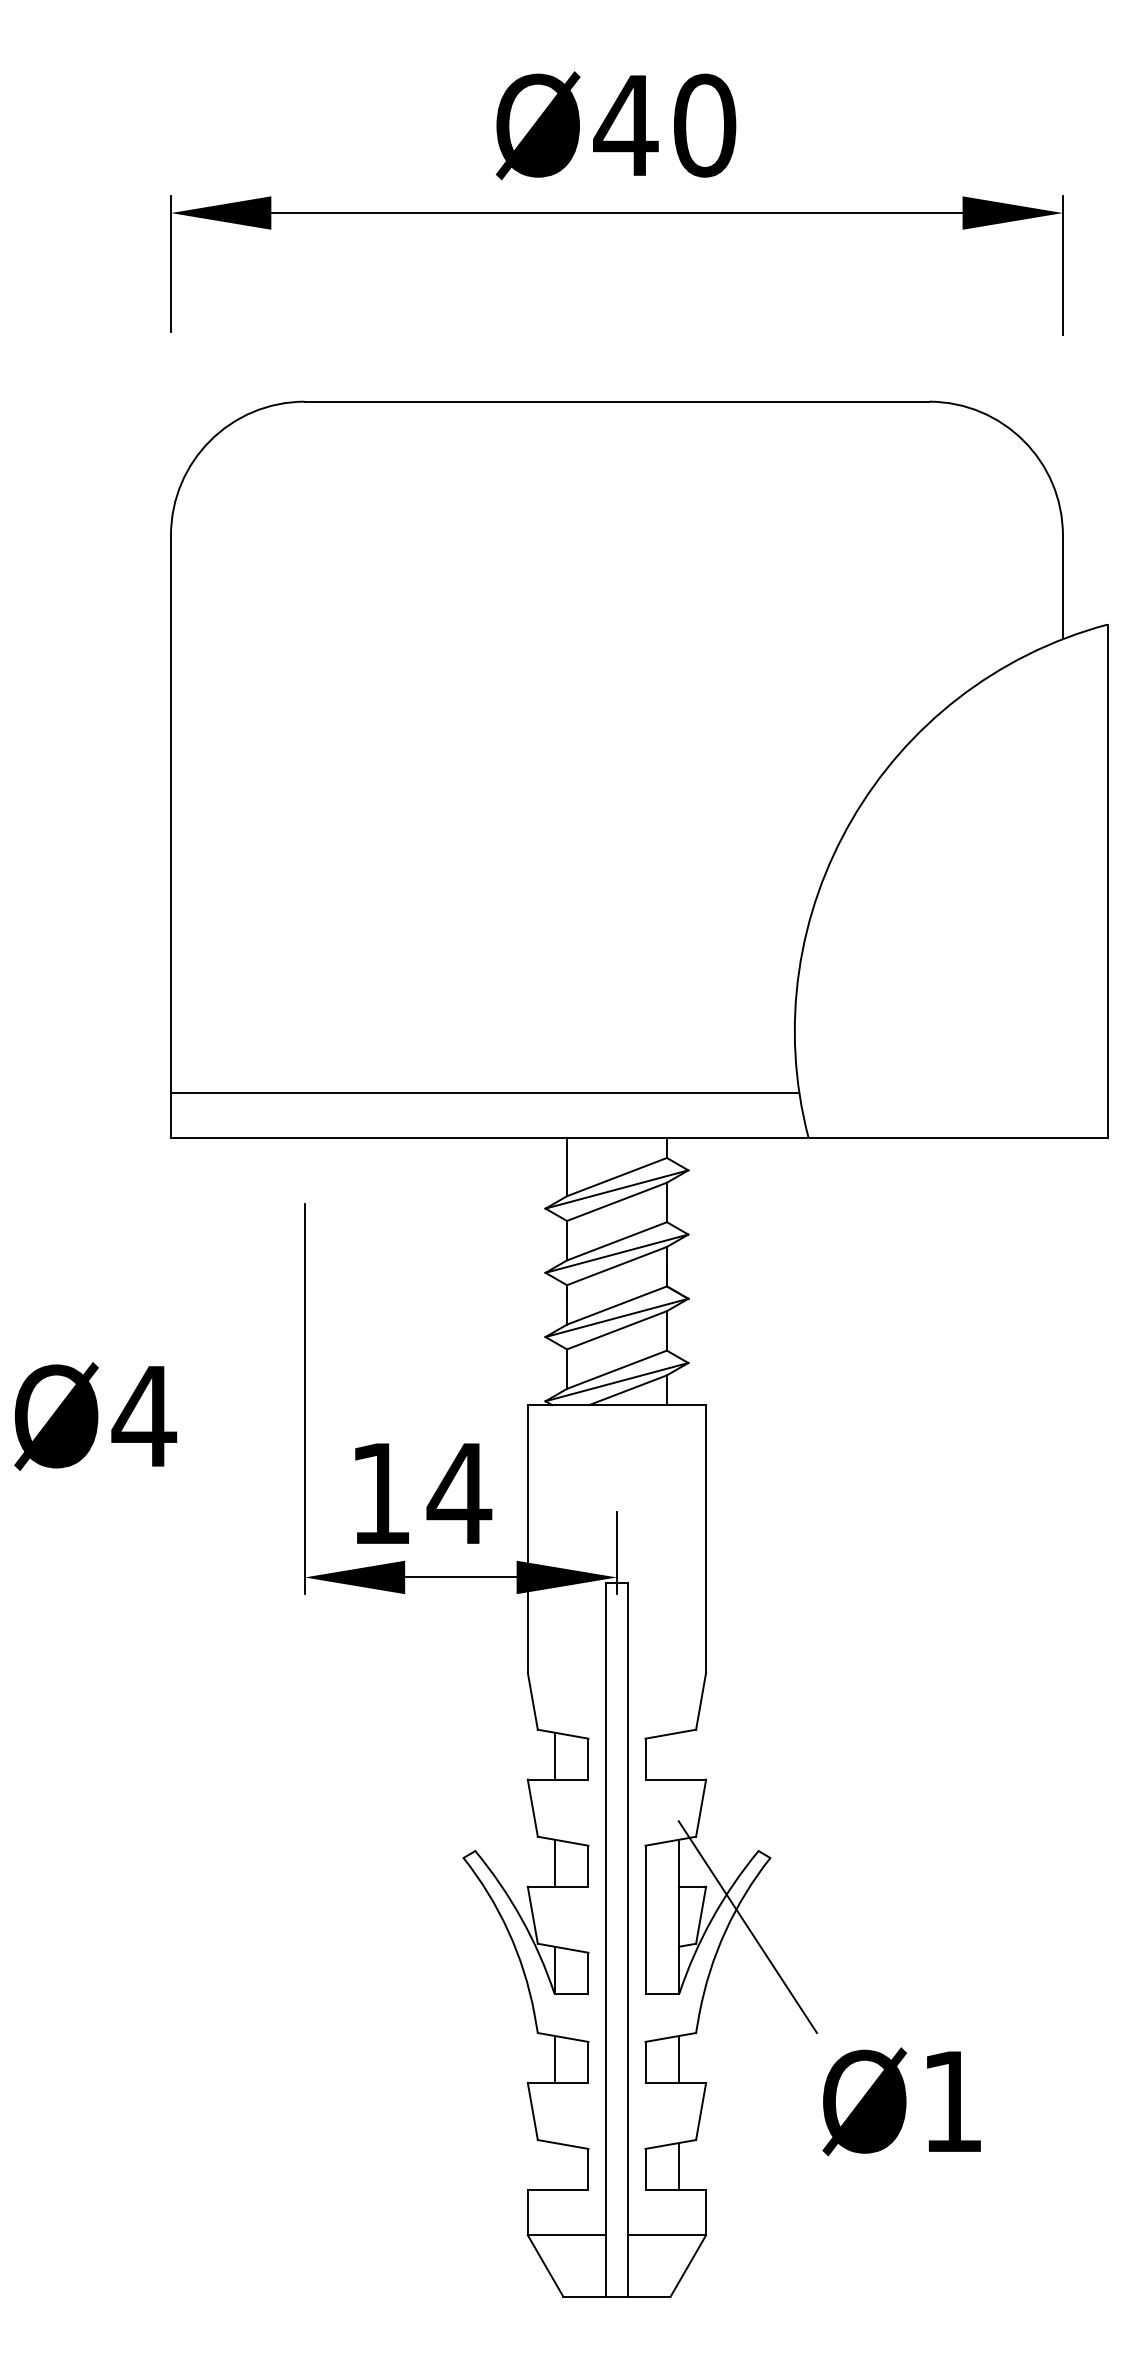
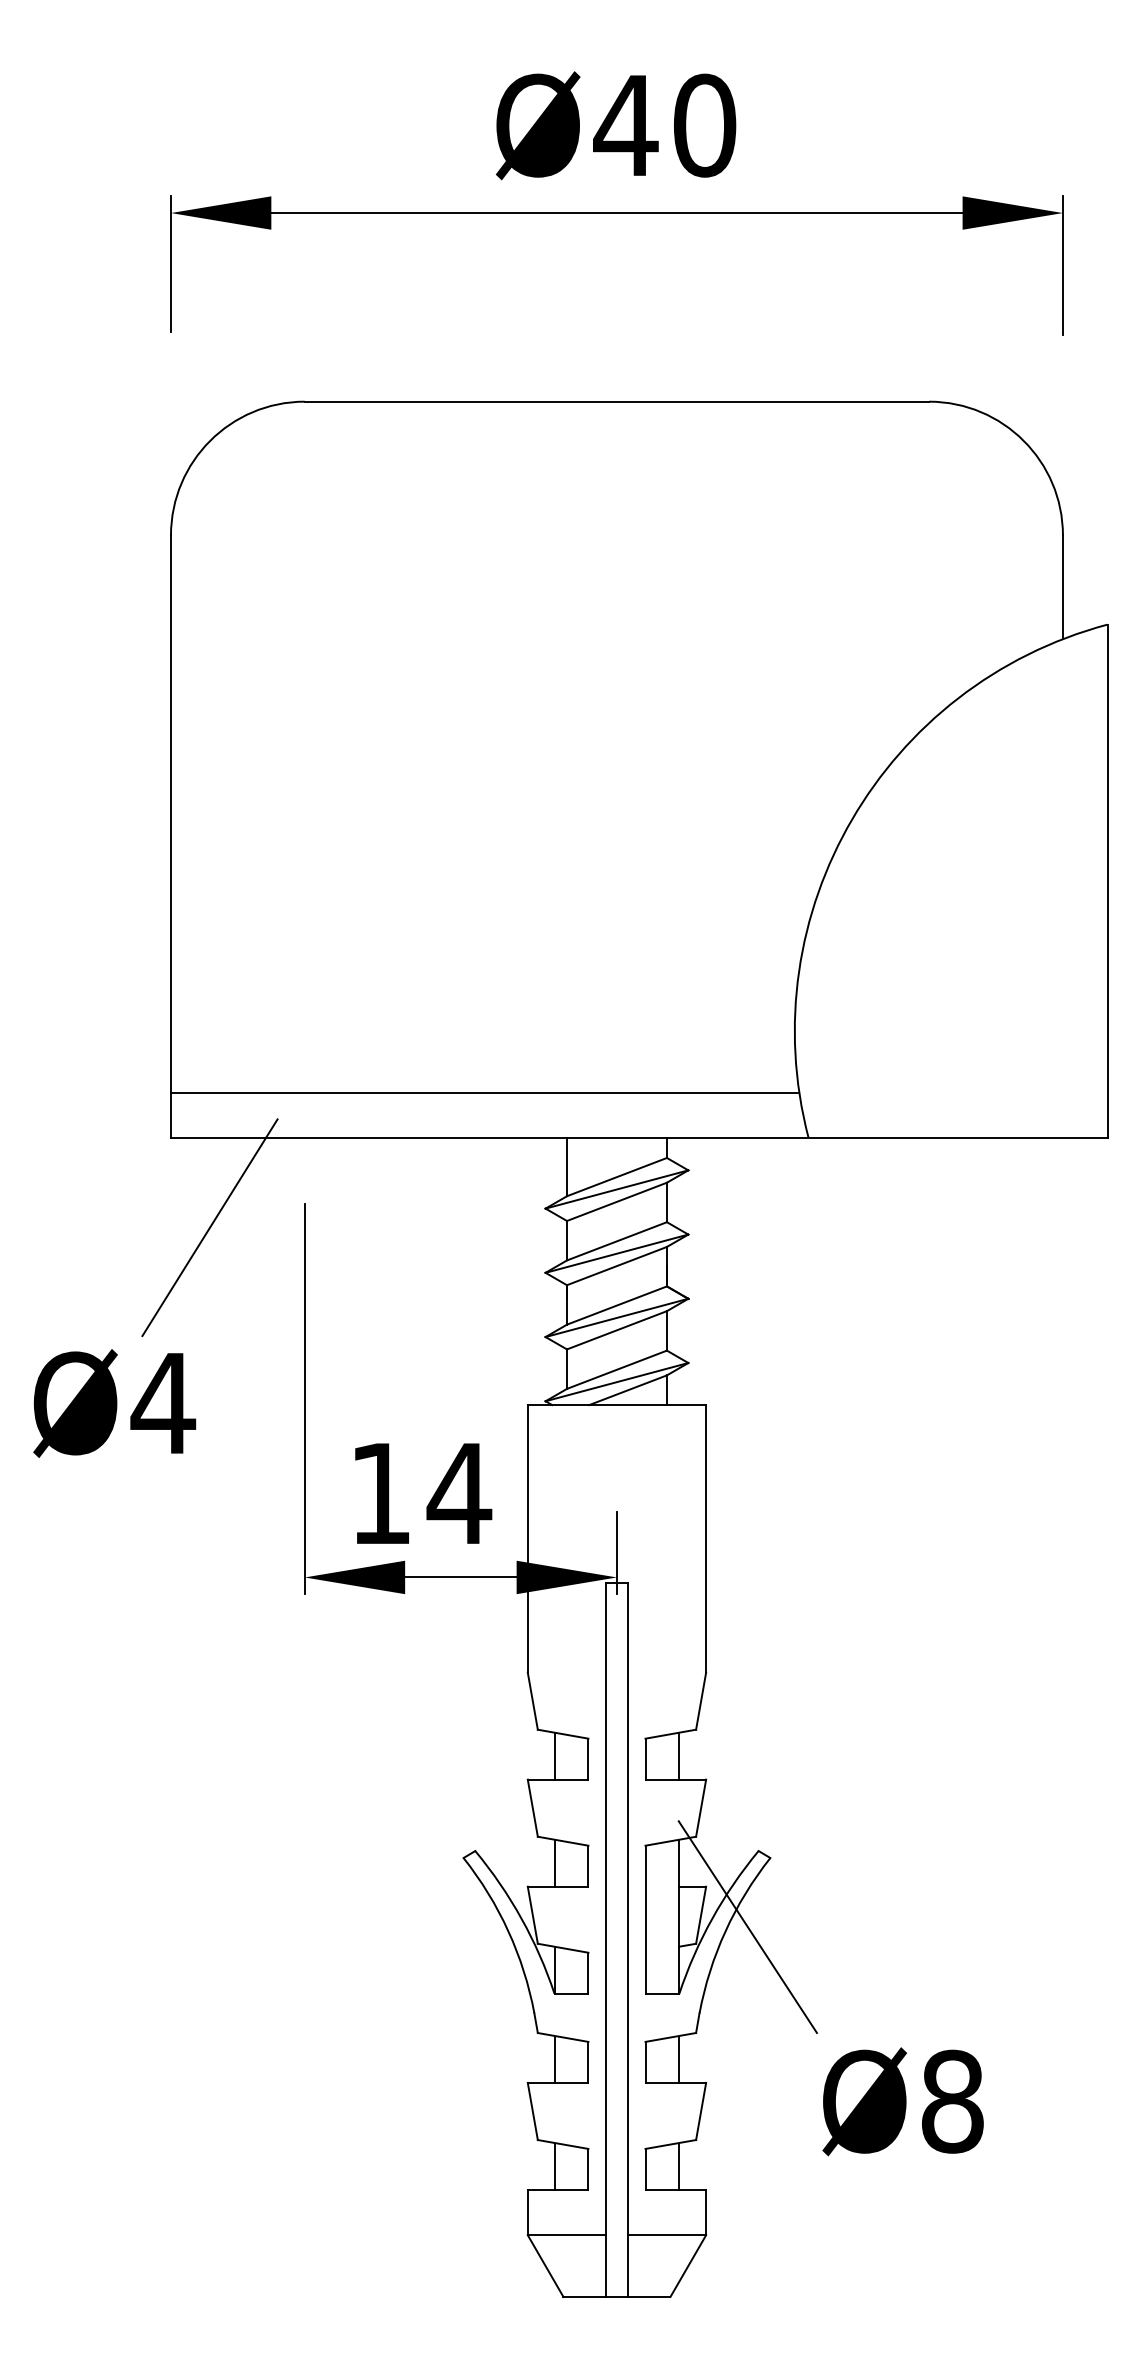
line at (209, 1227): none -> present
text at (95, 1416) position: (95, 1416) -> (114, 1403)
line at (679, 1756): none -> present
text at (952, 2101): Ø1 -> Ø8
line at (554, 2166): none -> present
